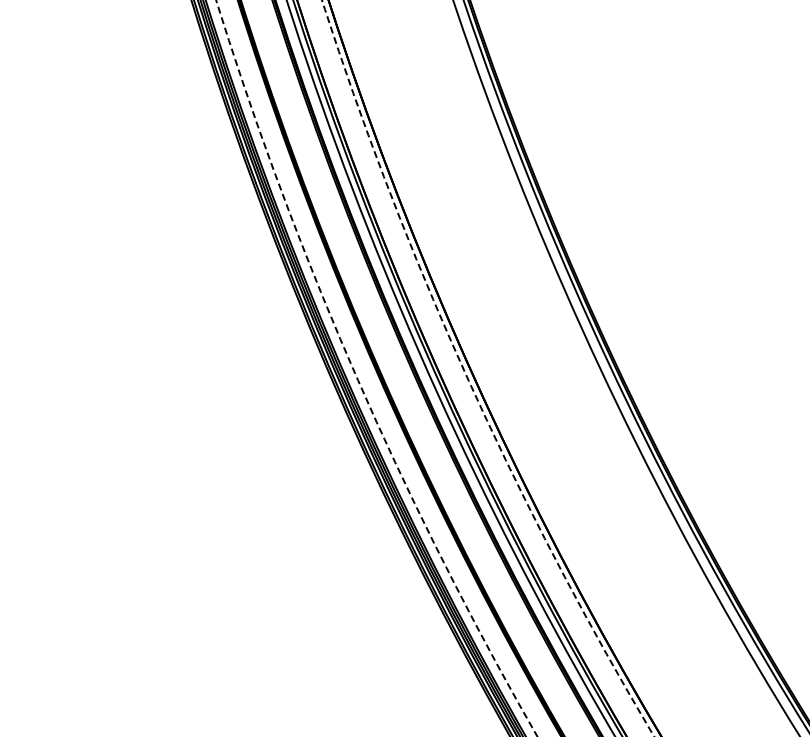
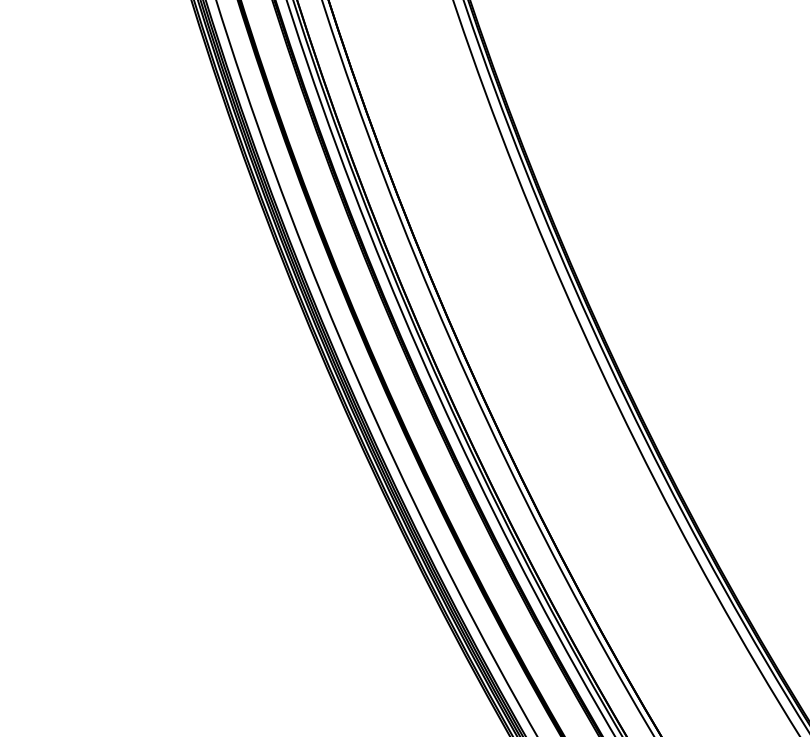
arc at (466, 376): dashed -> solid
arc at (357, 378): dashed -> solid
